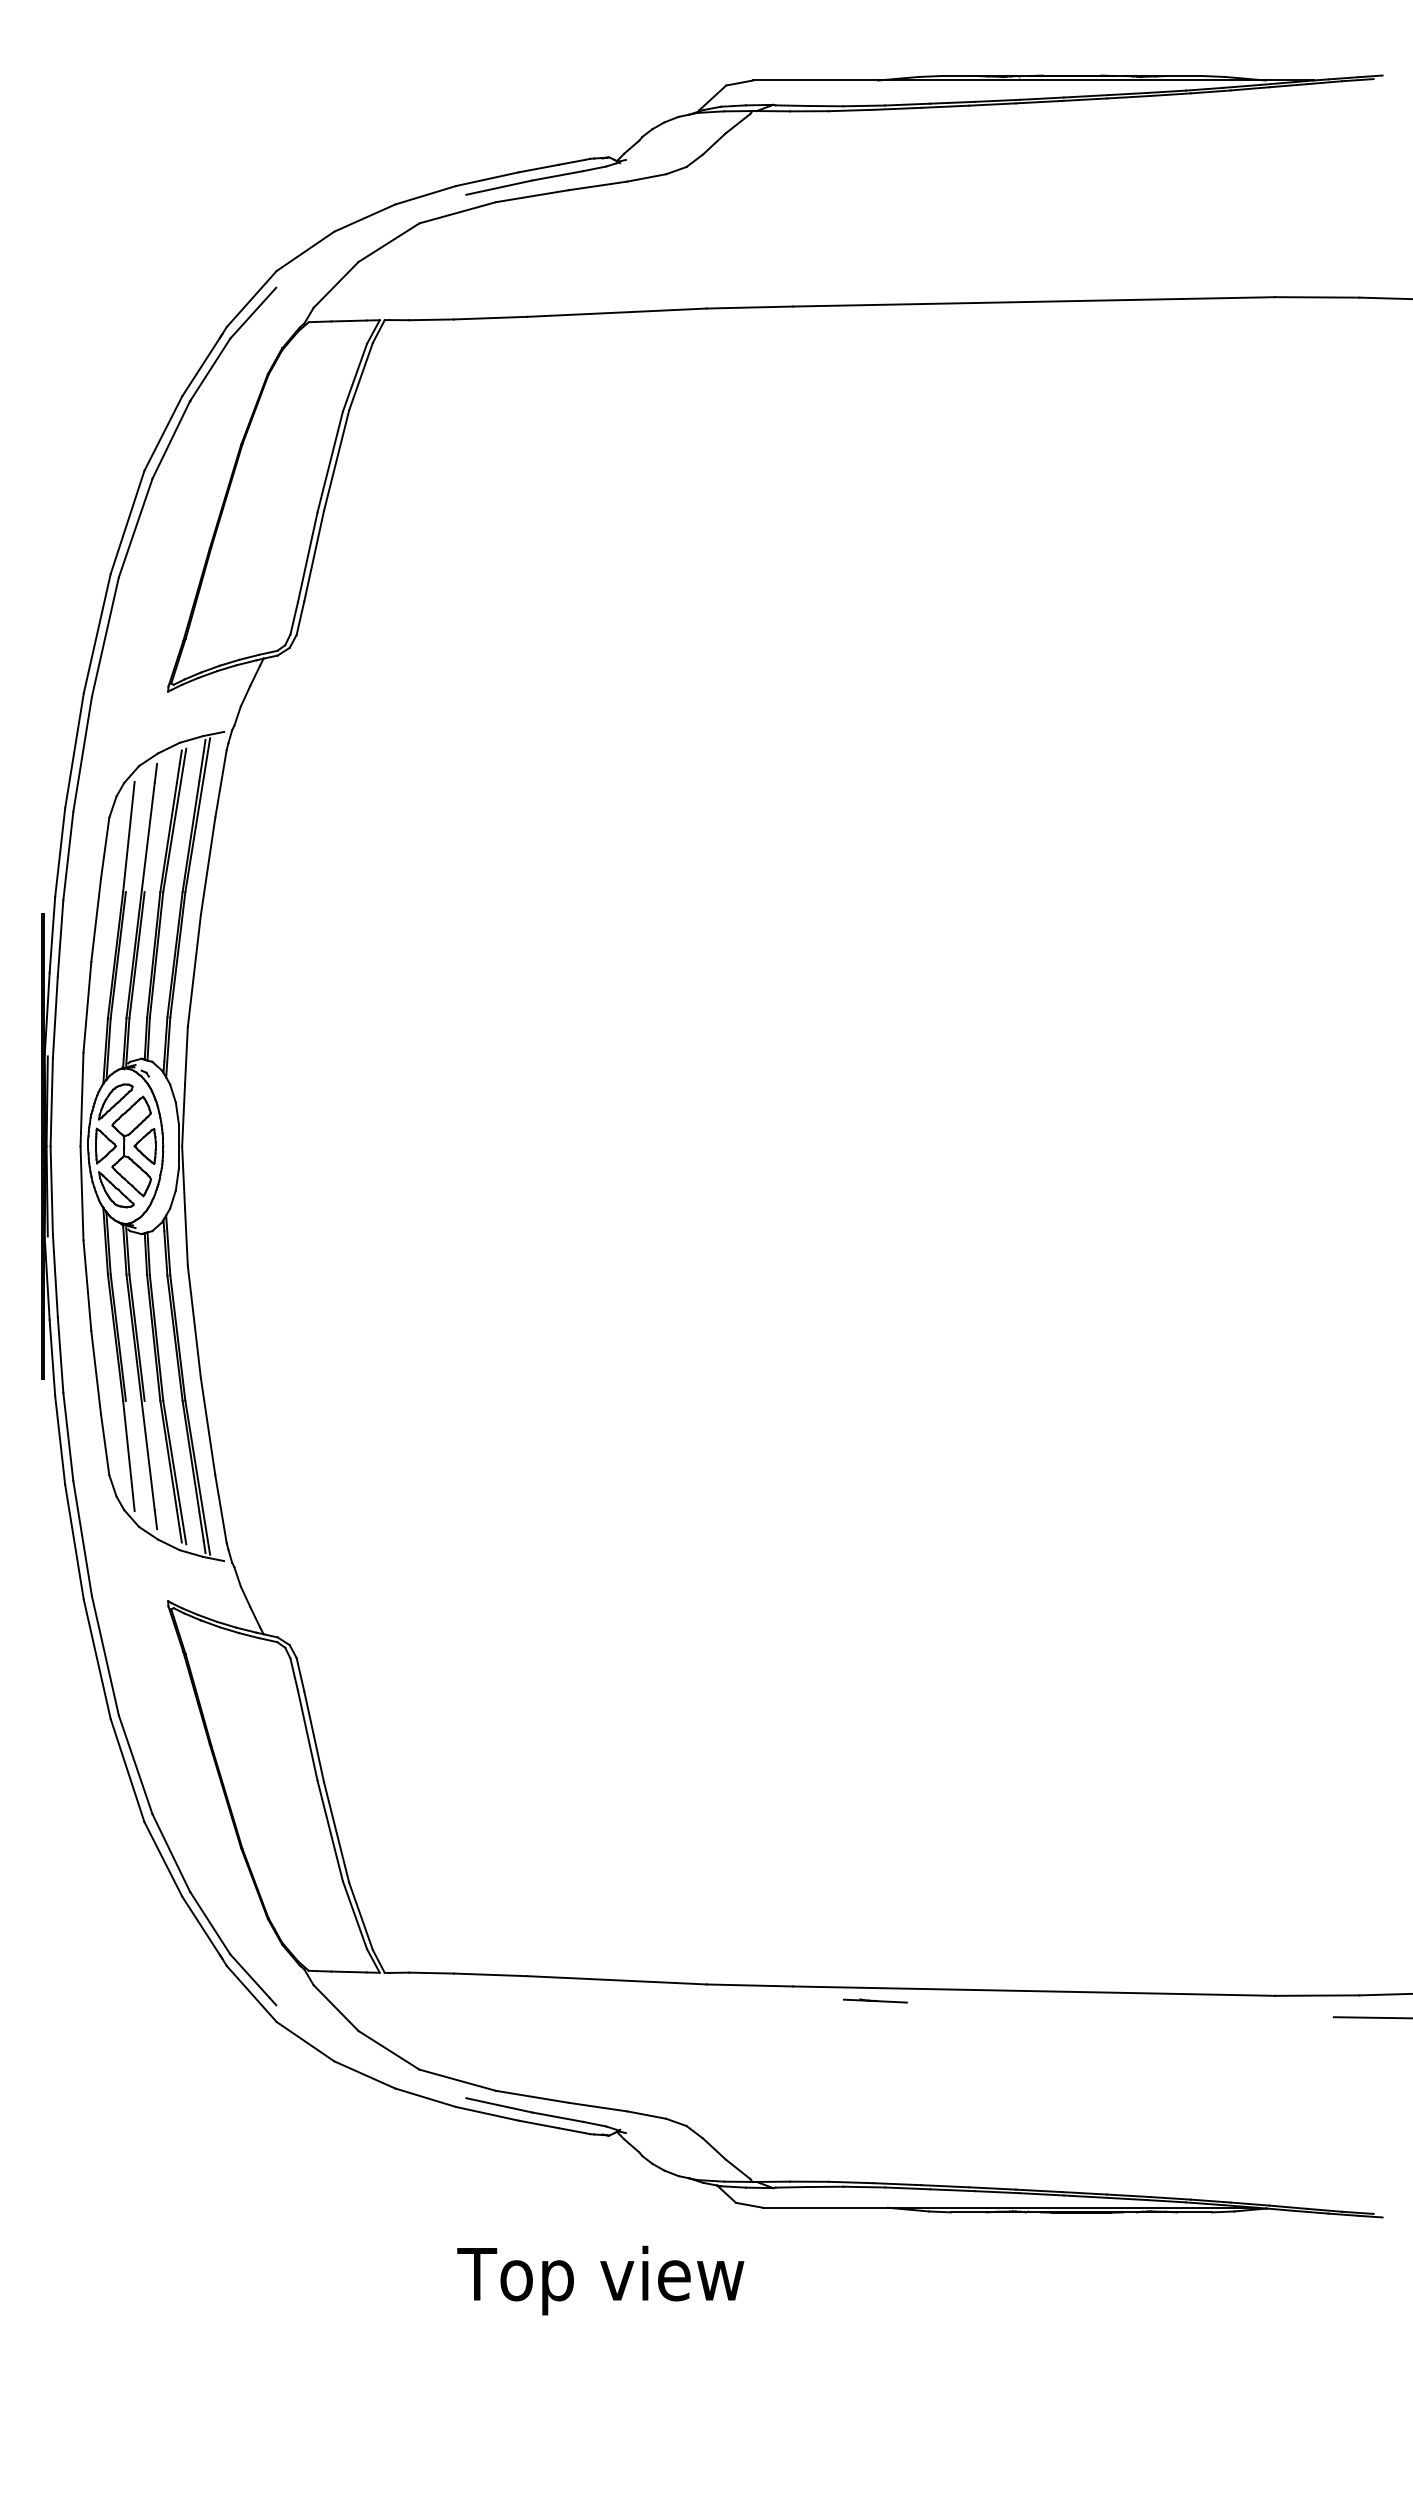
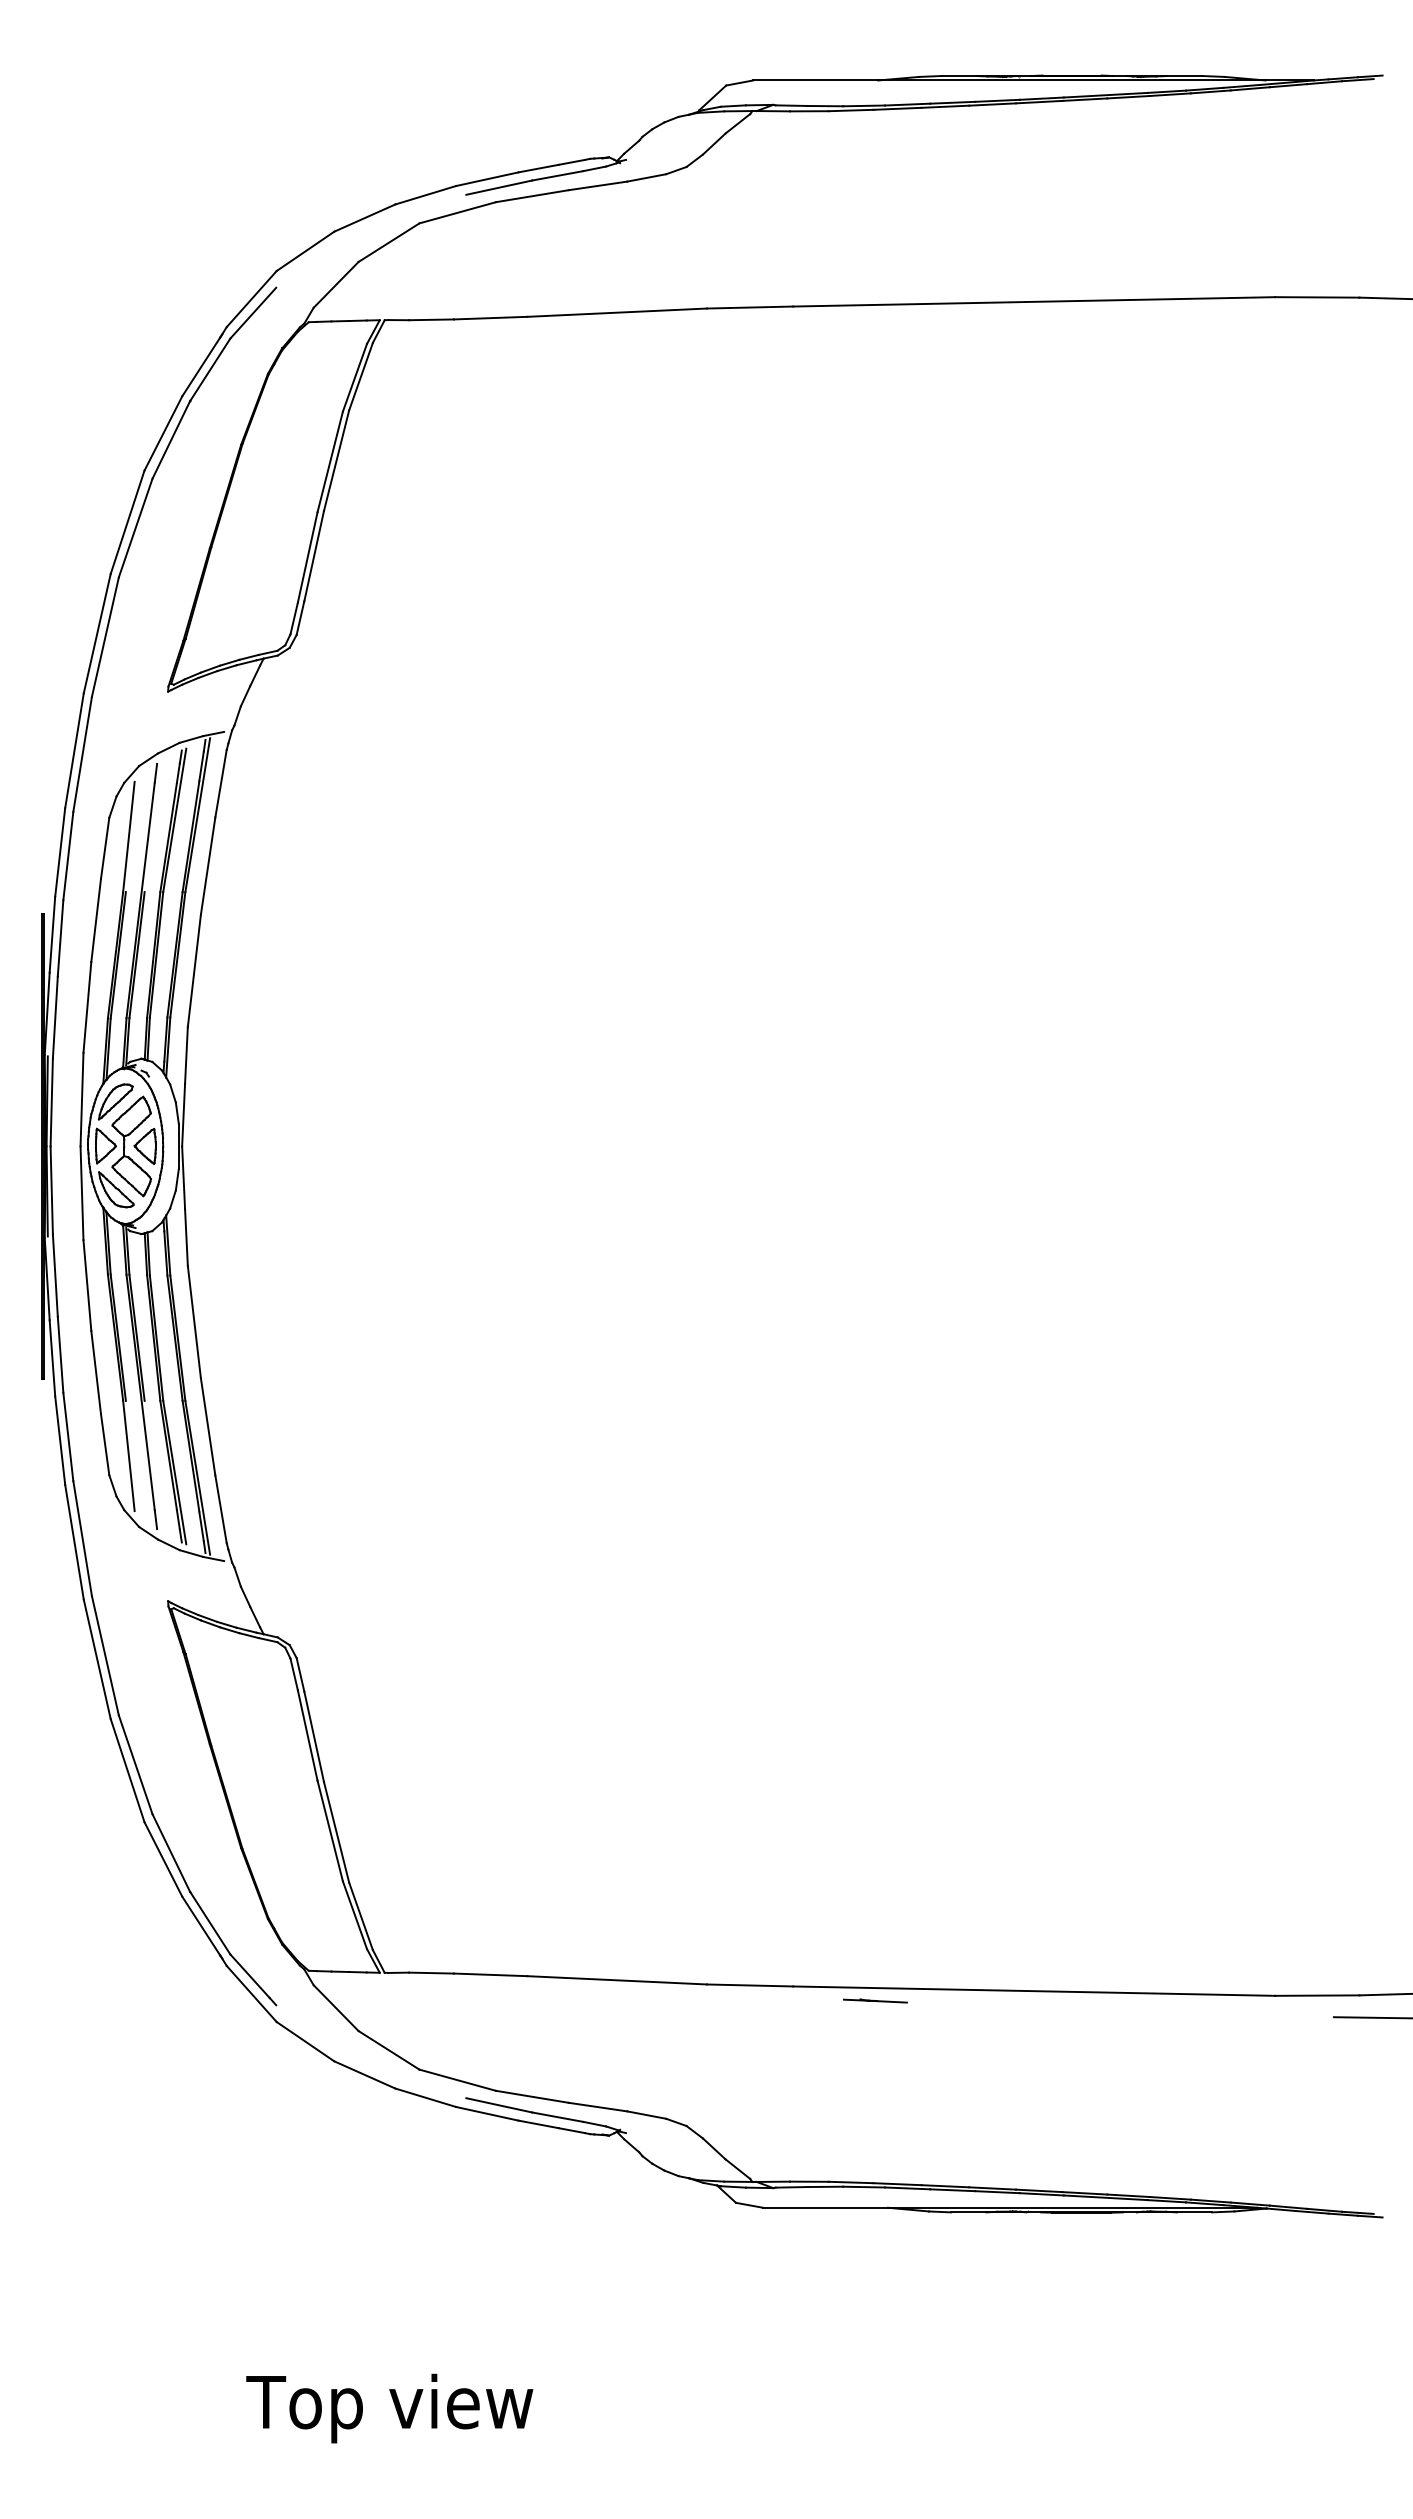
text at (600, 2280) position: (600, 2280) -> (389, 2408)
